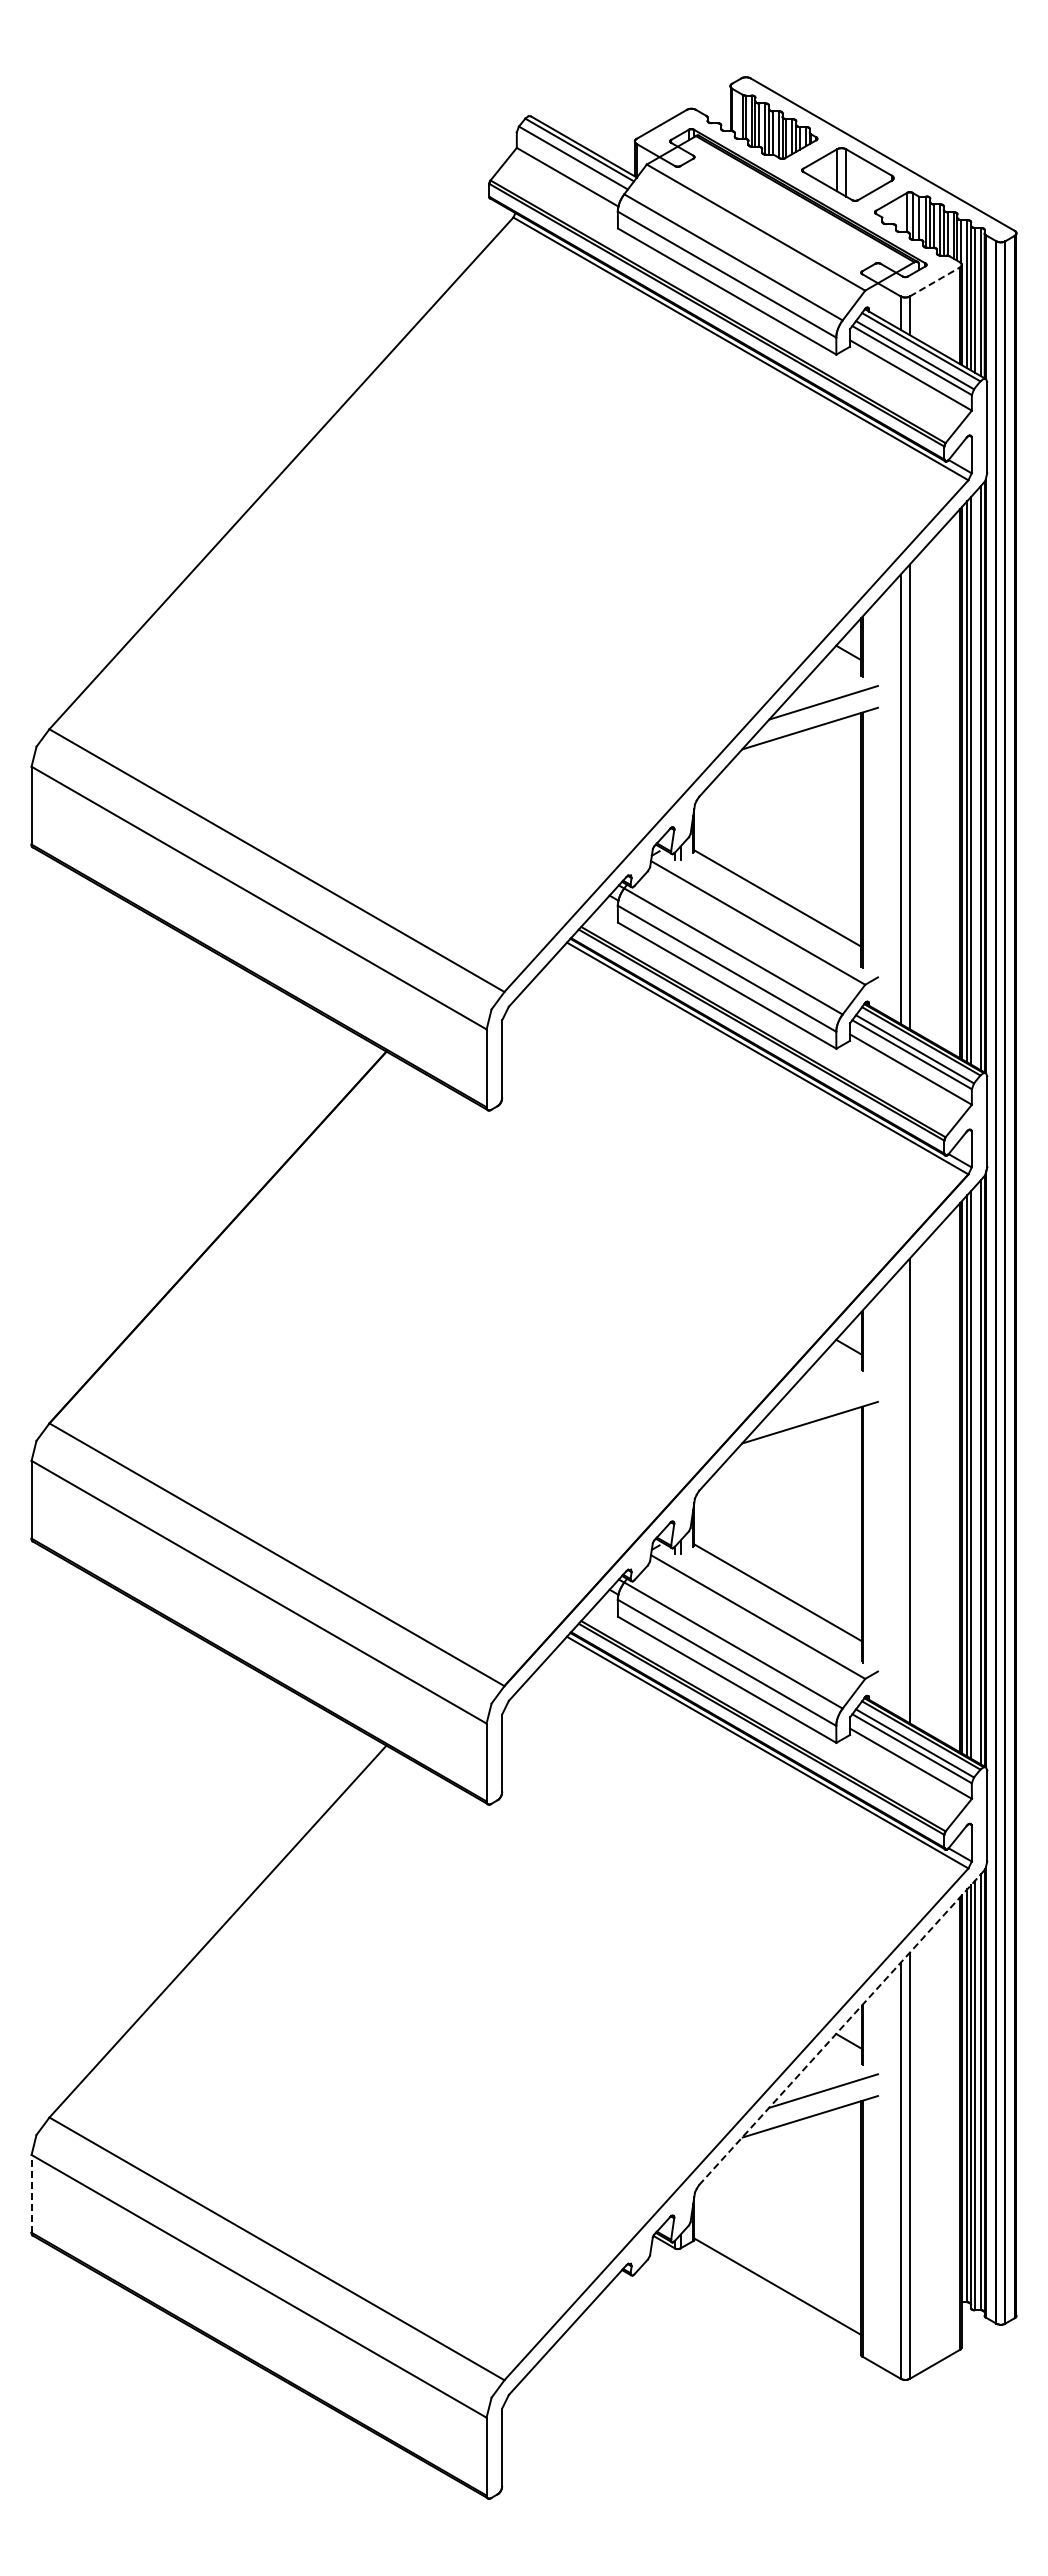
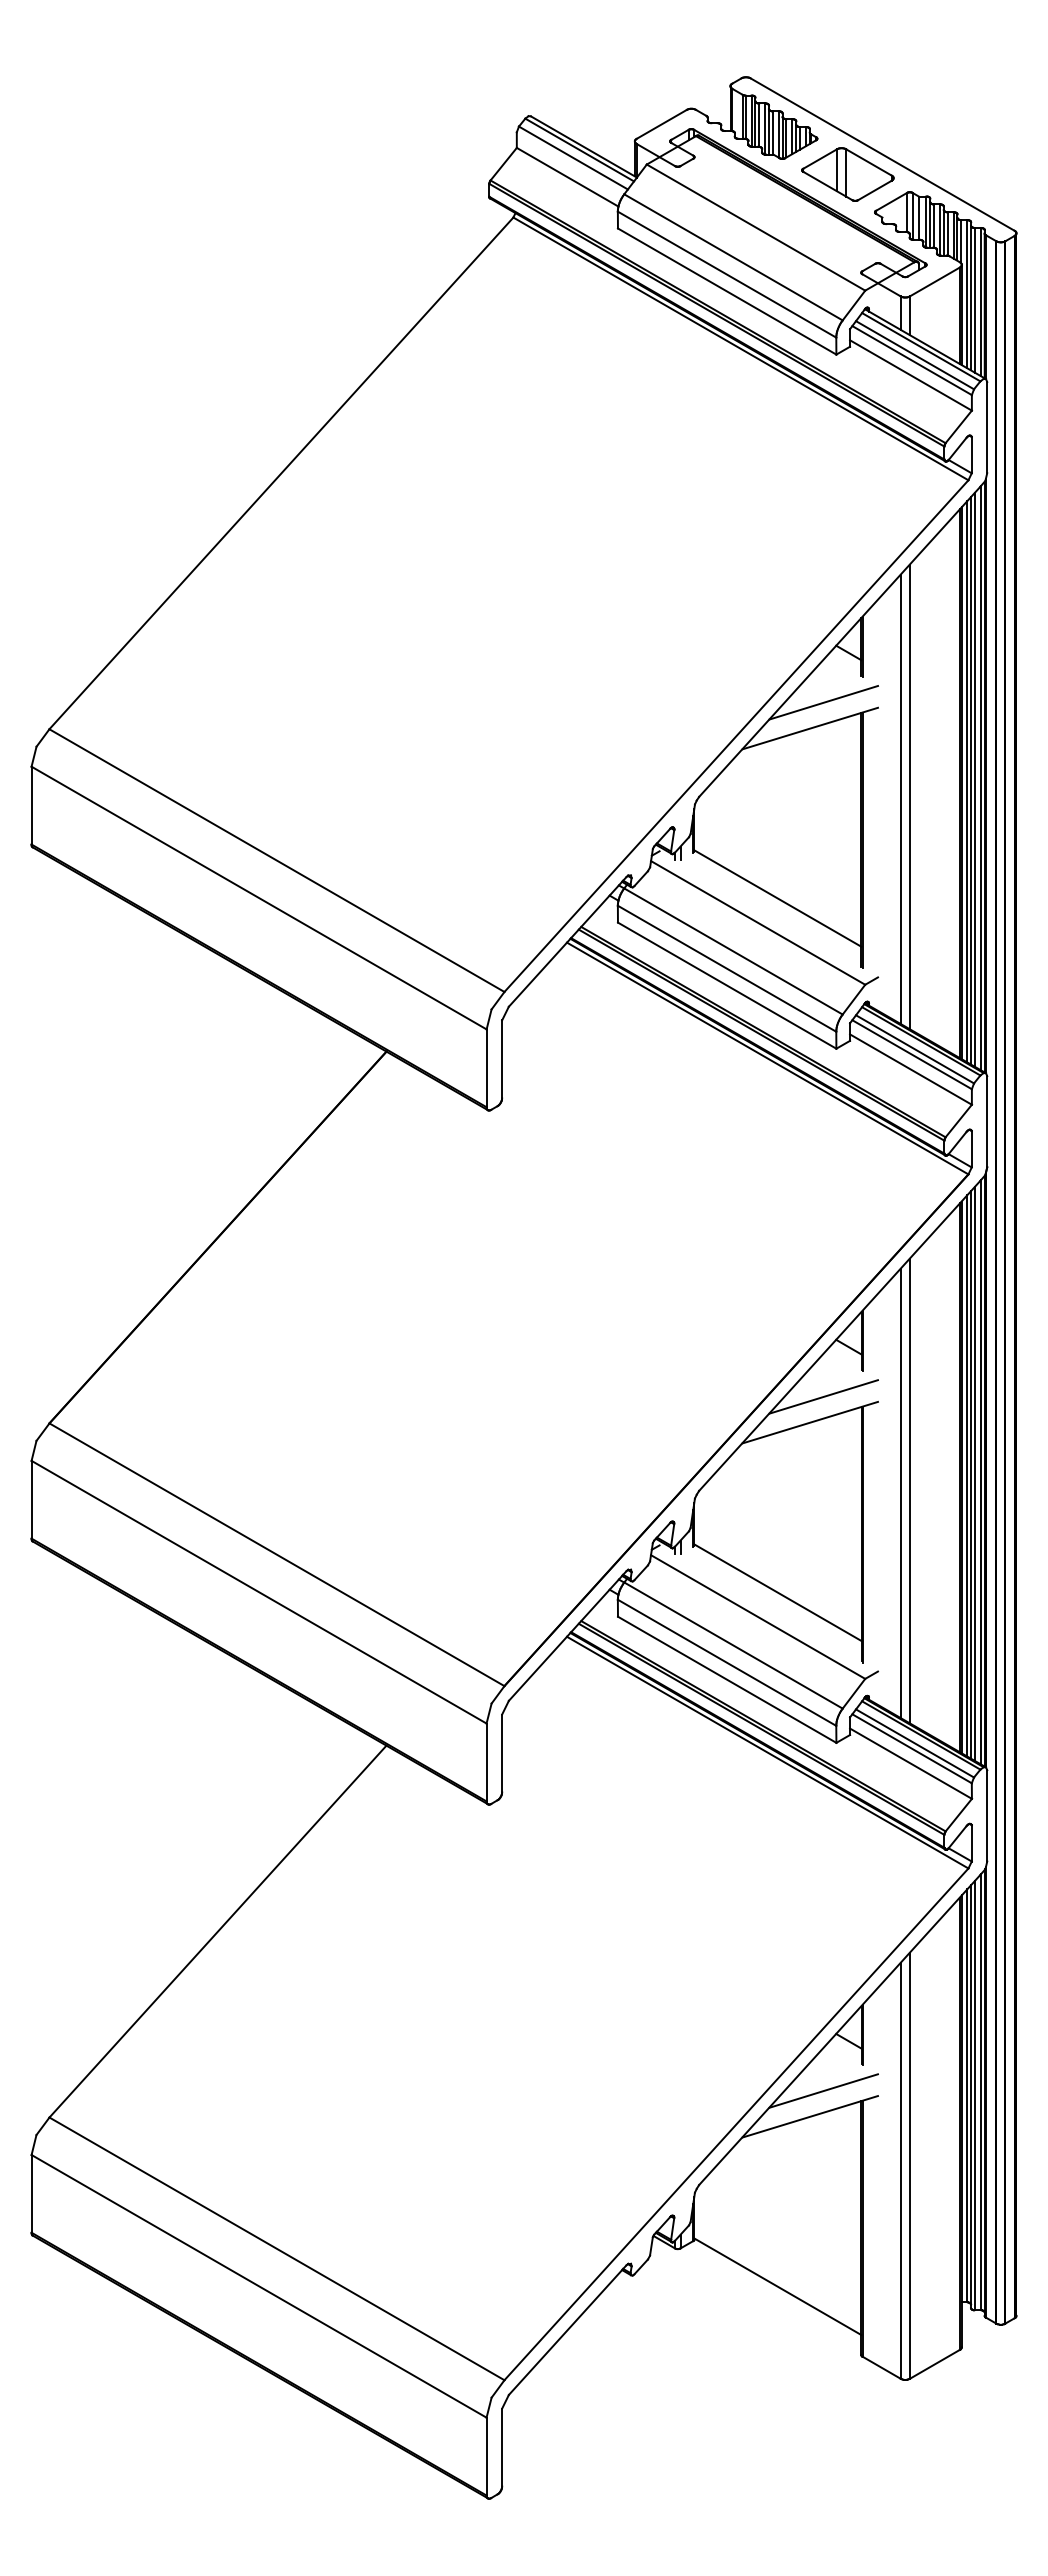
line at (934, 281): dashed -> solid
line at (974, 779): none -> present
line at (823, 1396): none -> present
line at (974, 1473): none -> present
line at (900, 1493): none -> present
line at (839, 2029): dashed -> solid
line at (31, 2193): dashed -> solid
